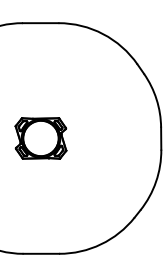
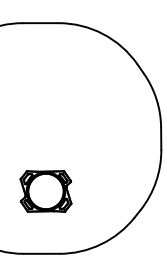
part at (40, 138) position: (40, 138) -> (45, 191)
